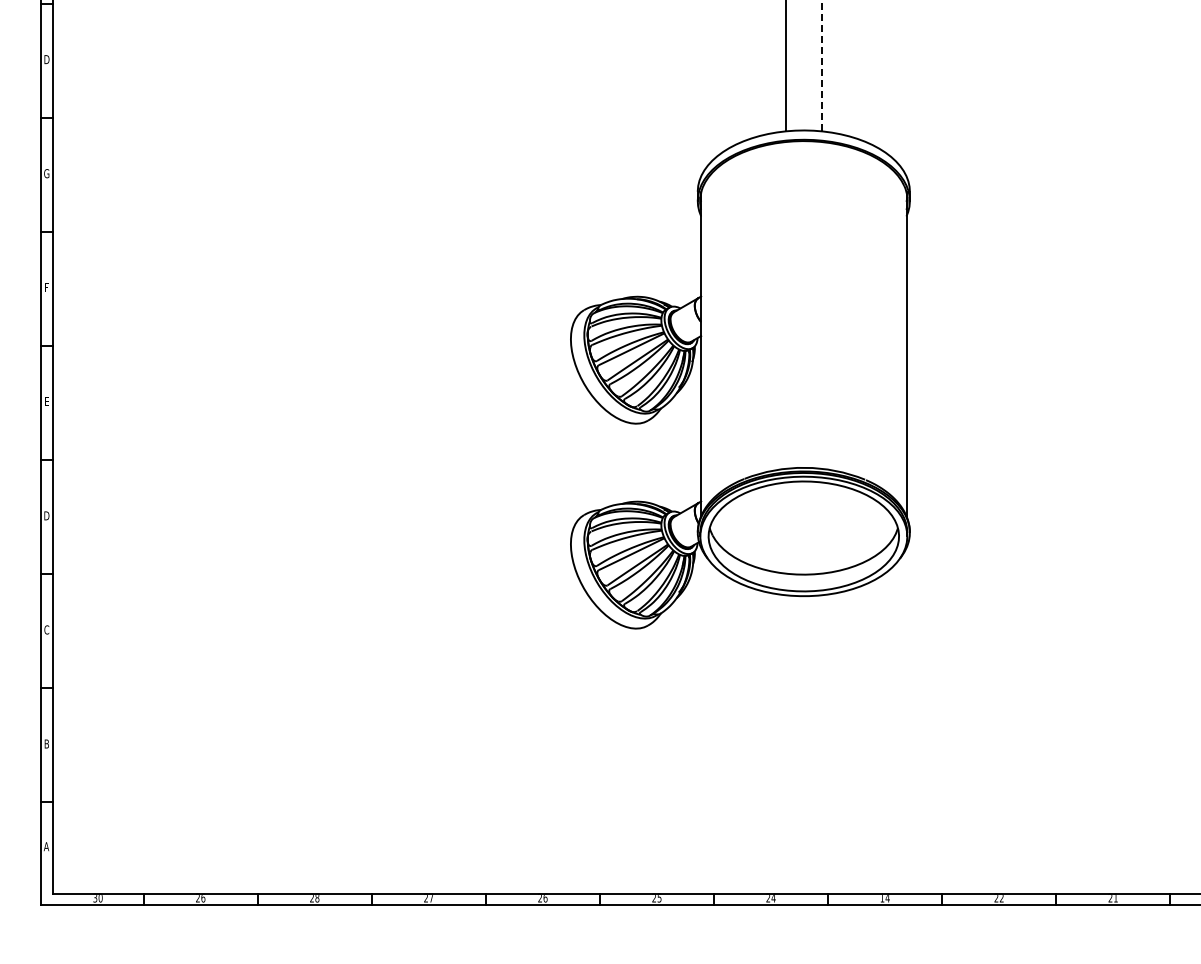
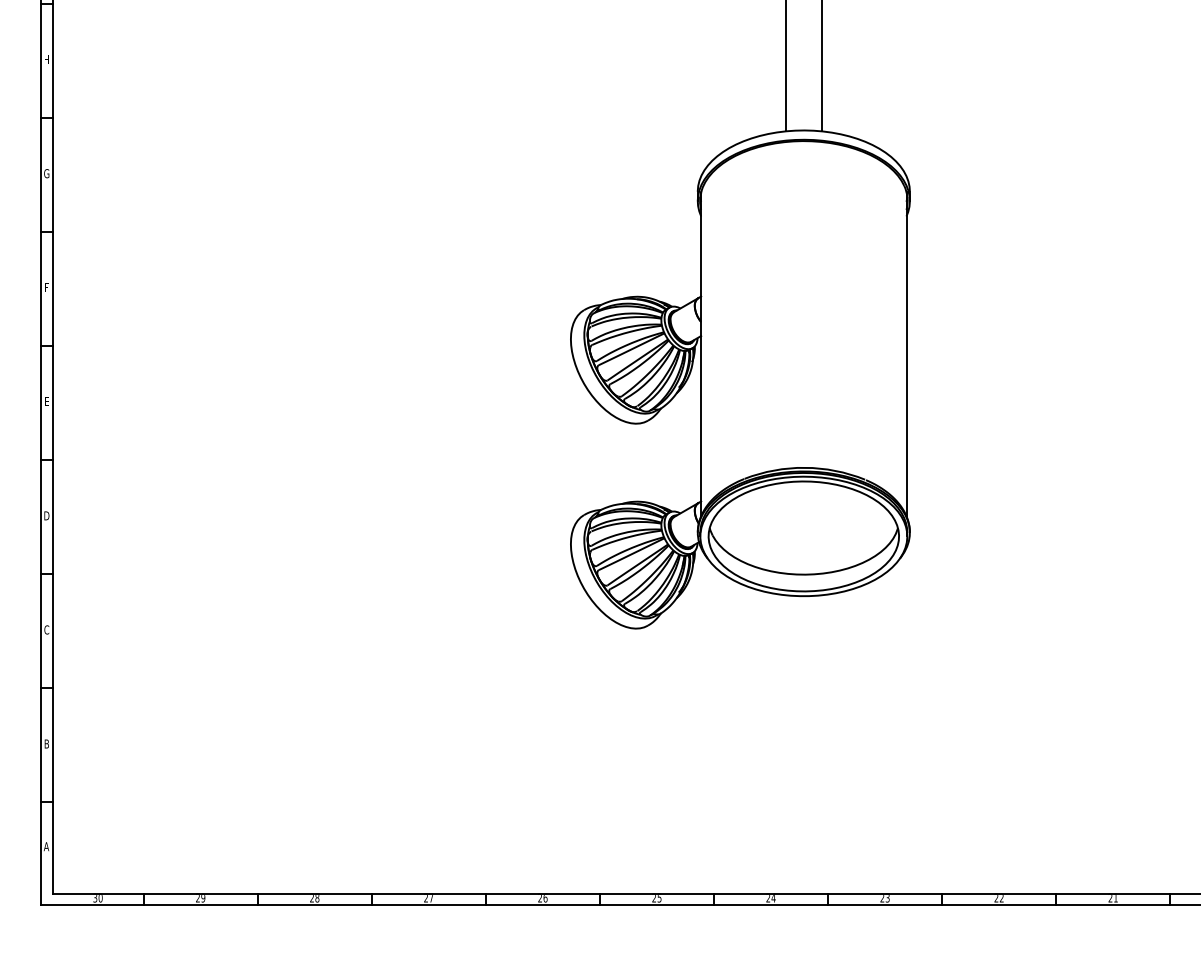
text at (46, 59): D -> H
line at (822, 65): dashed -> solid
text at (203, 898): 26 -> 29
text at (884, 898): 14 -> 23
